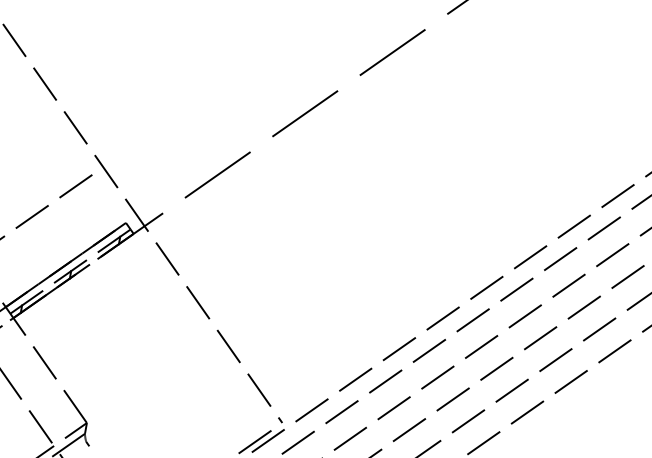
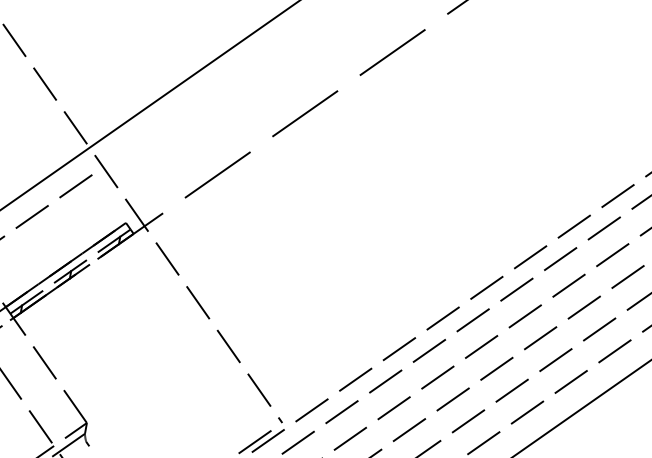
line at (149, 105): none -> present
line at (582, 407): none -> present
